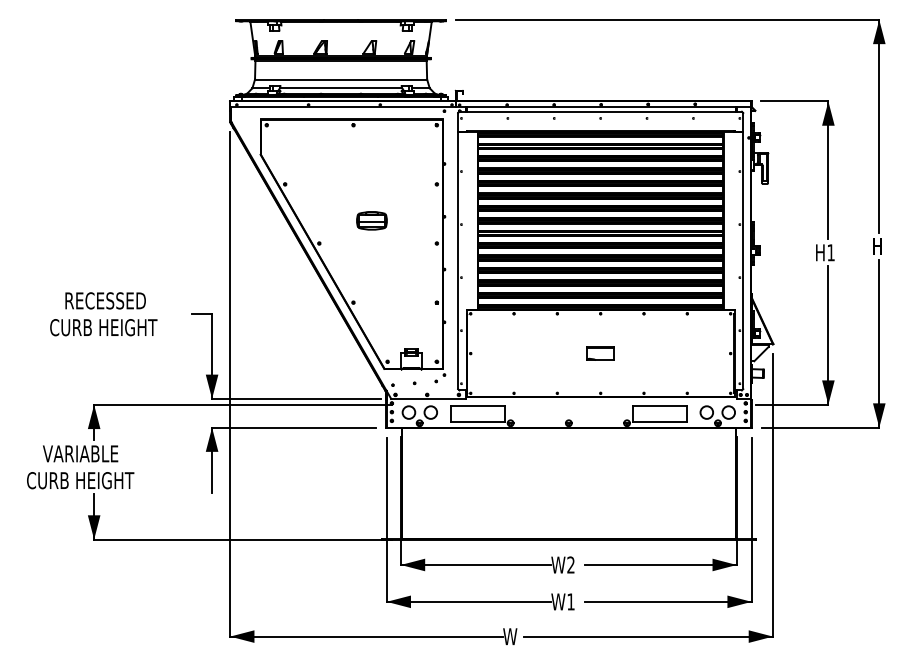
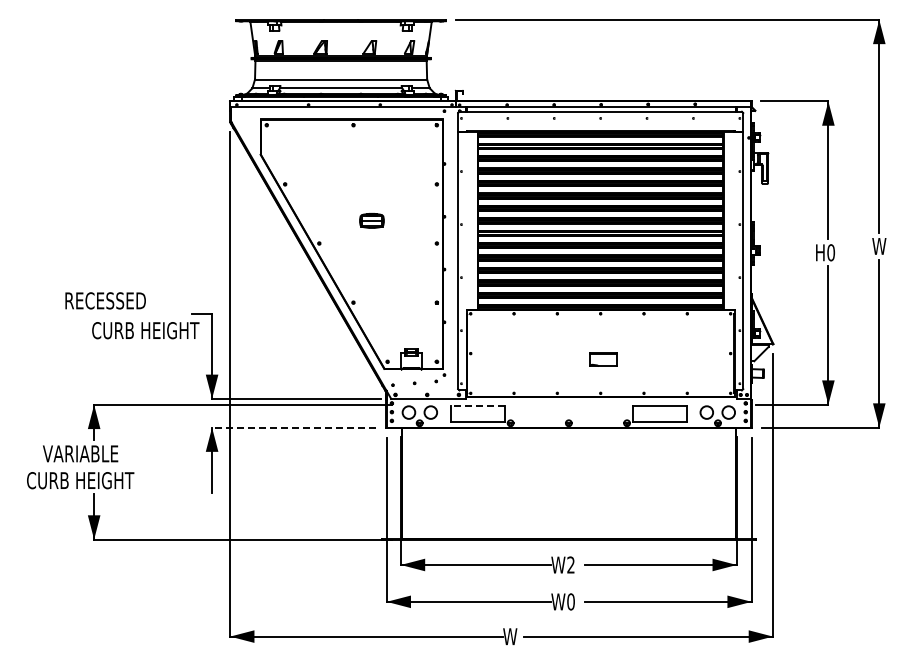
part at (371, 220) size: 32x20 px -> 26x16 px
text at (879, 246): H -> W
text at (830, 252): H1 -> H0
text at (103, 327) position: (103, 327) -> (145, 330)
part at (600, 353) position: (600, 353) -> (603, 359)
line at (477, 406): solid -> dashed
line at (294, 427): solid -> dashed
text at (570, 601): W1 -> W0
